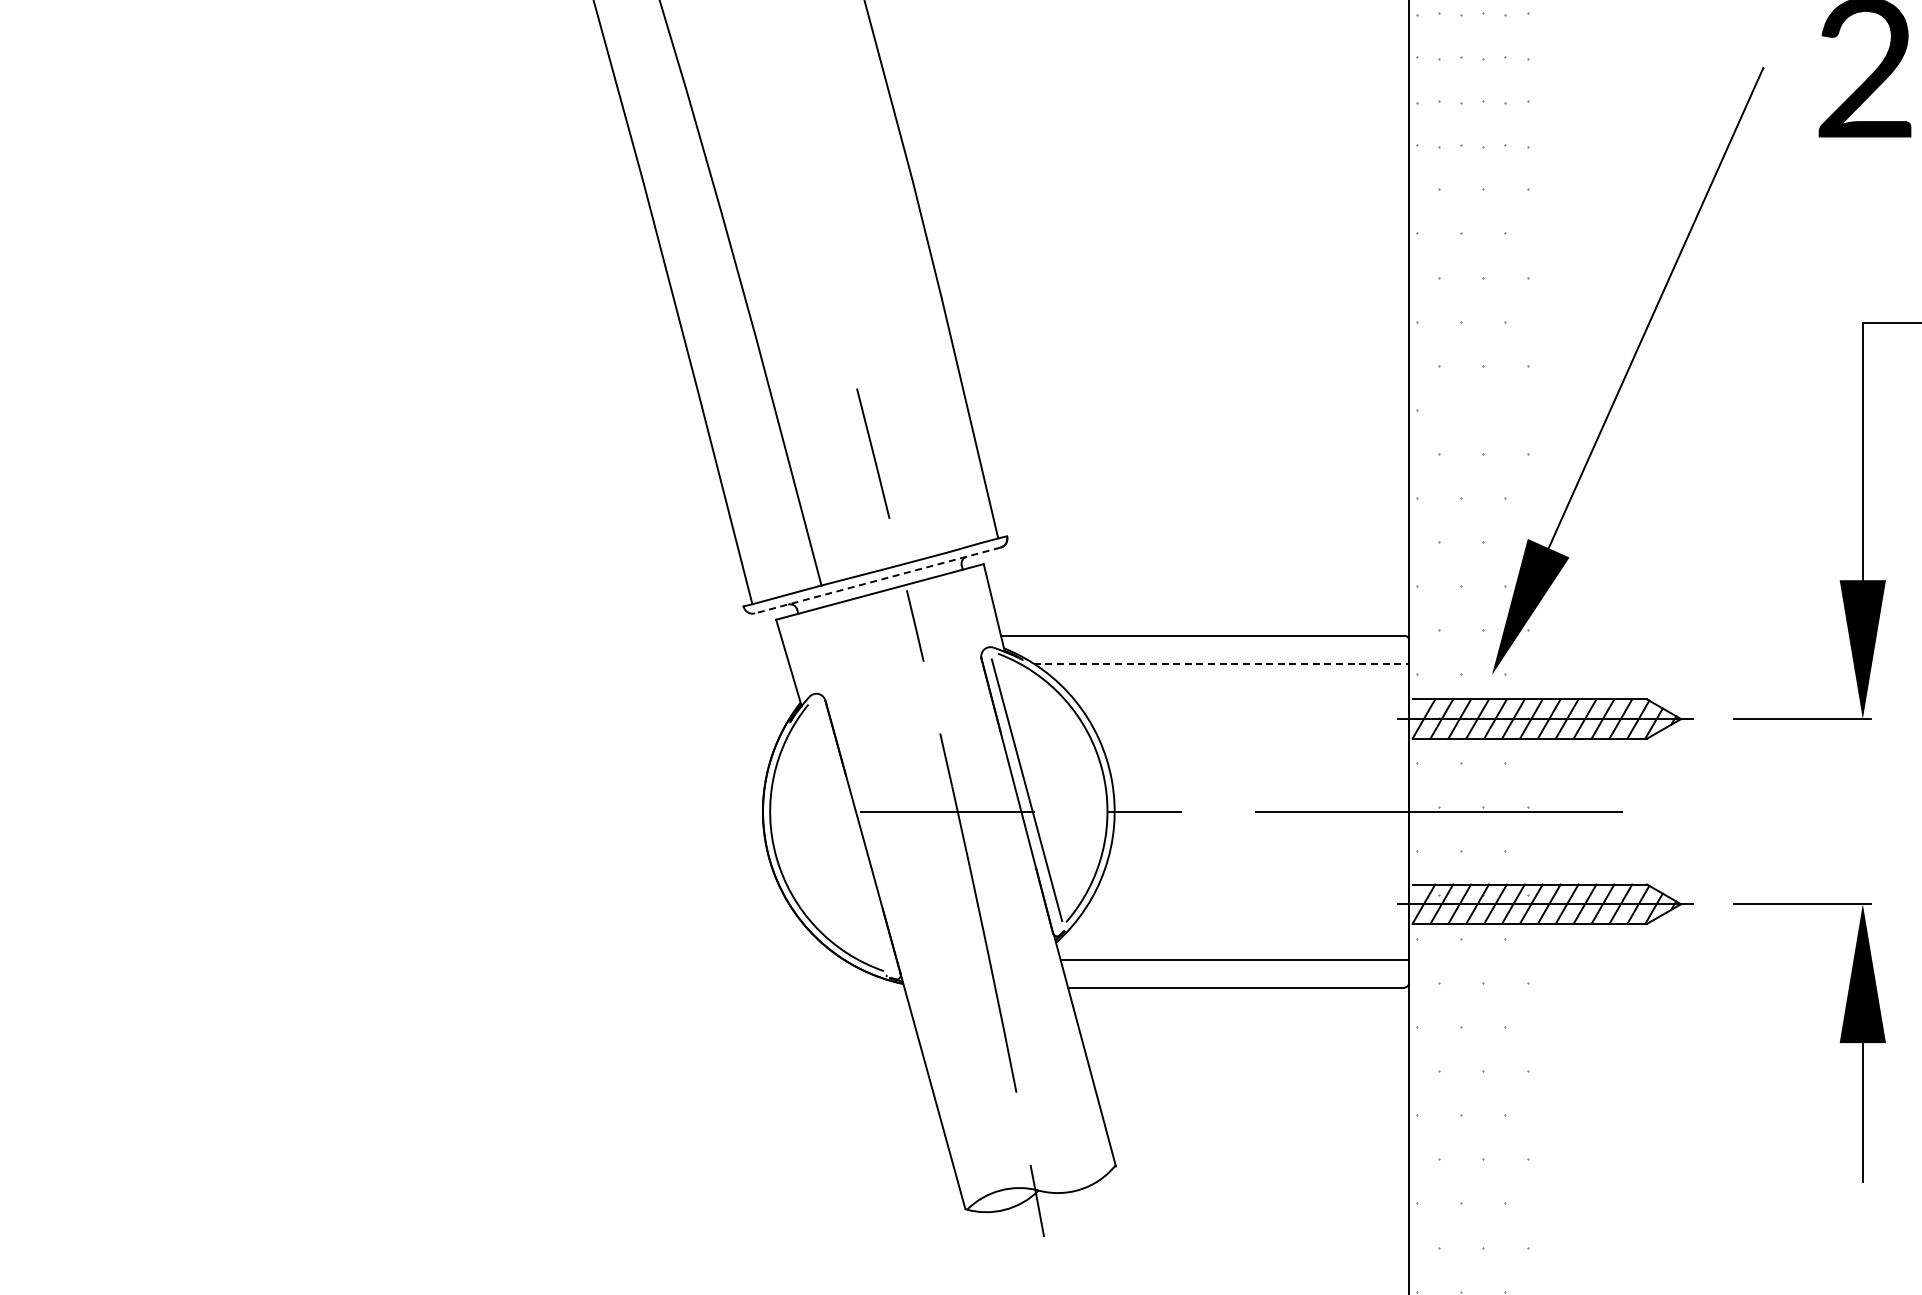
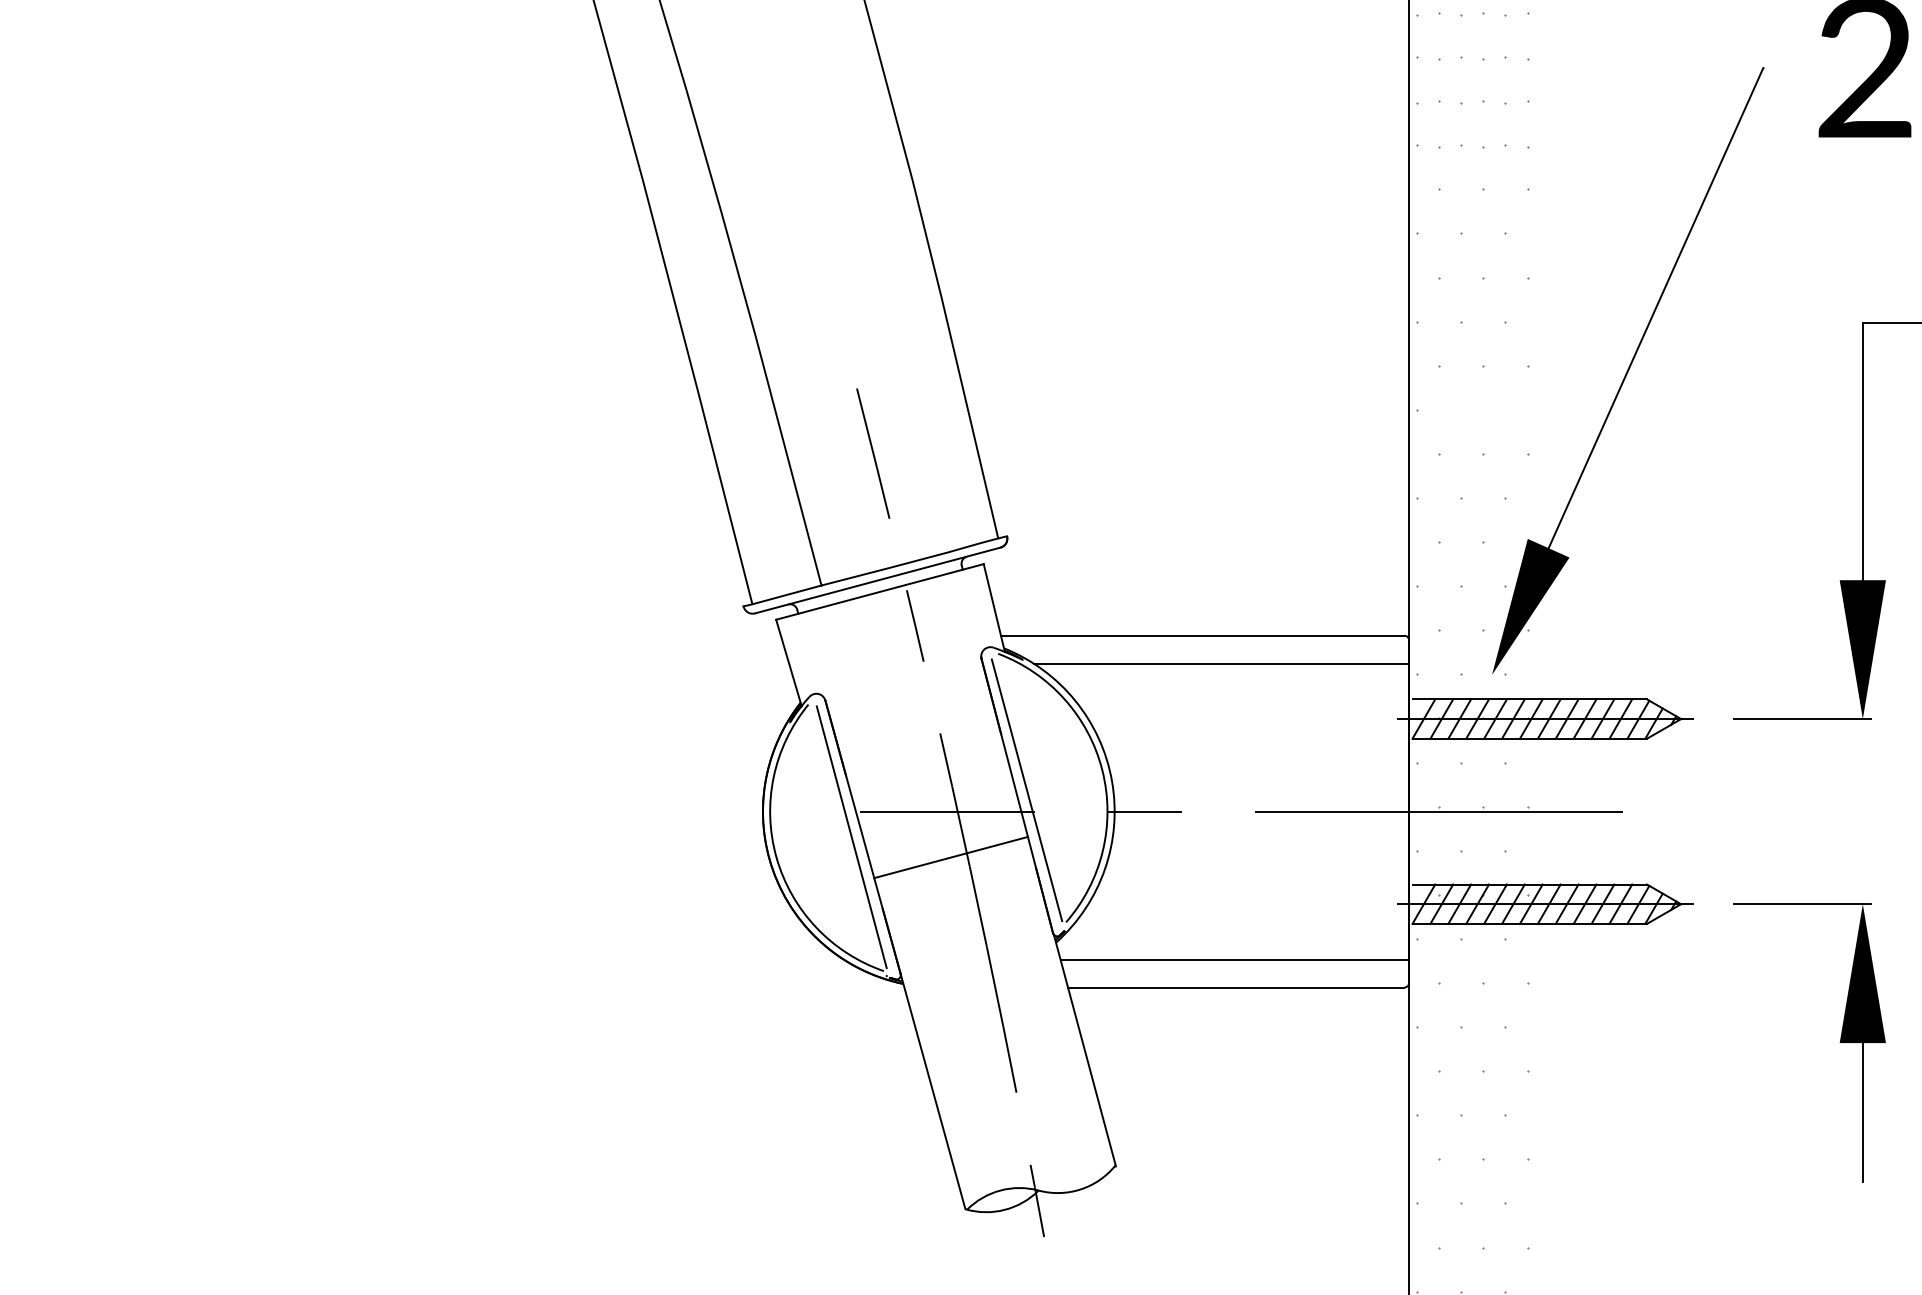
line at (877, 580): dashed -> solid
line at (1221, 663): dashed -> solid
line at (851, 837): none -> present
line at (950, 857): none -> present
